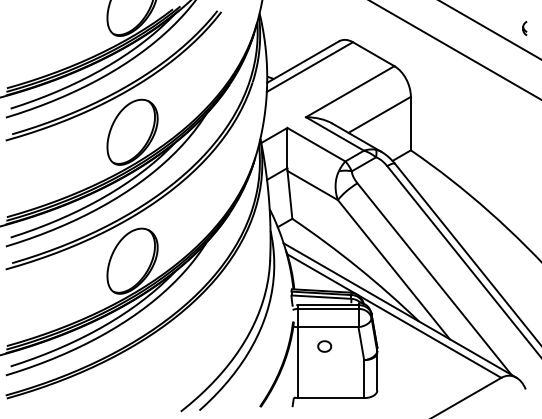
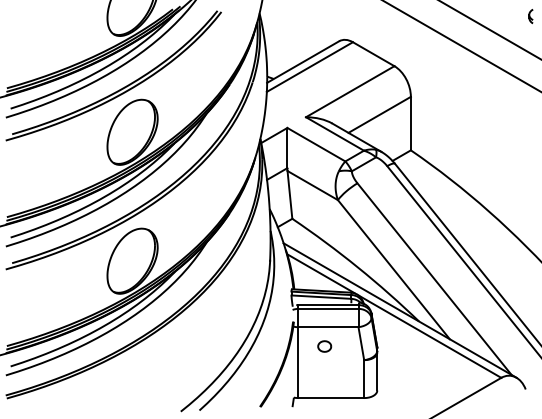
part at (524, 28) position: (524, 28) -> (530, 16)
line at (454, 50) position: (454, 50) -> (461, 46)
